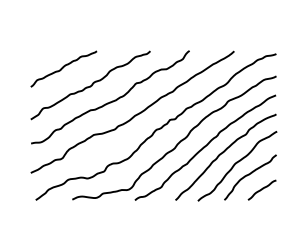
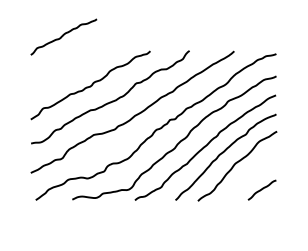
curve at (63, 68) position: (63, 68) -> (63, 36)
curve at (249, 175): present -> none
